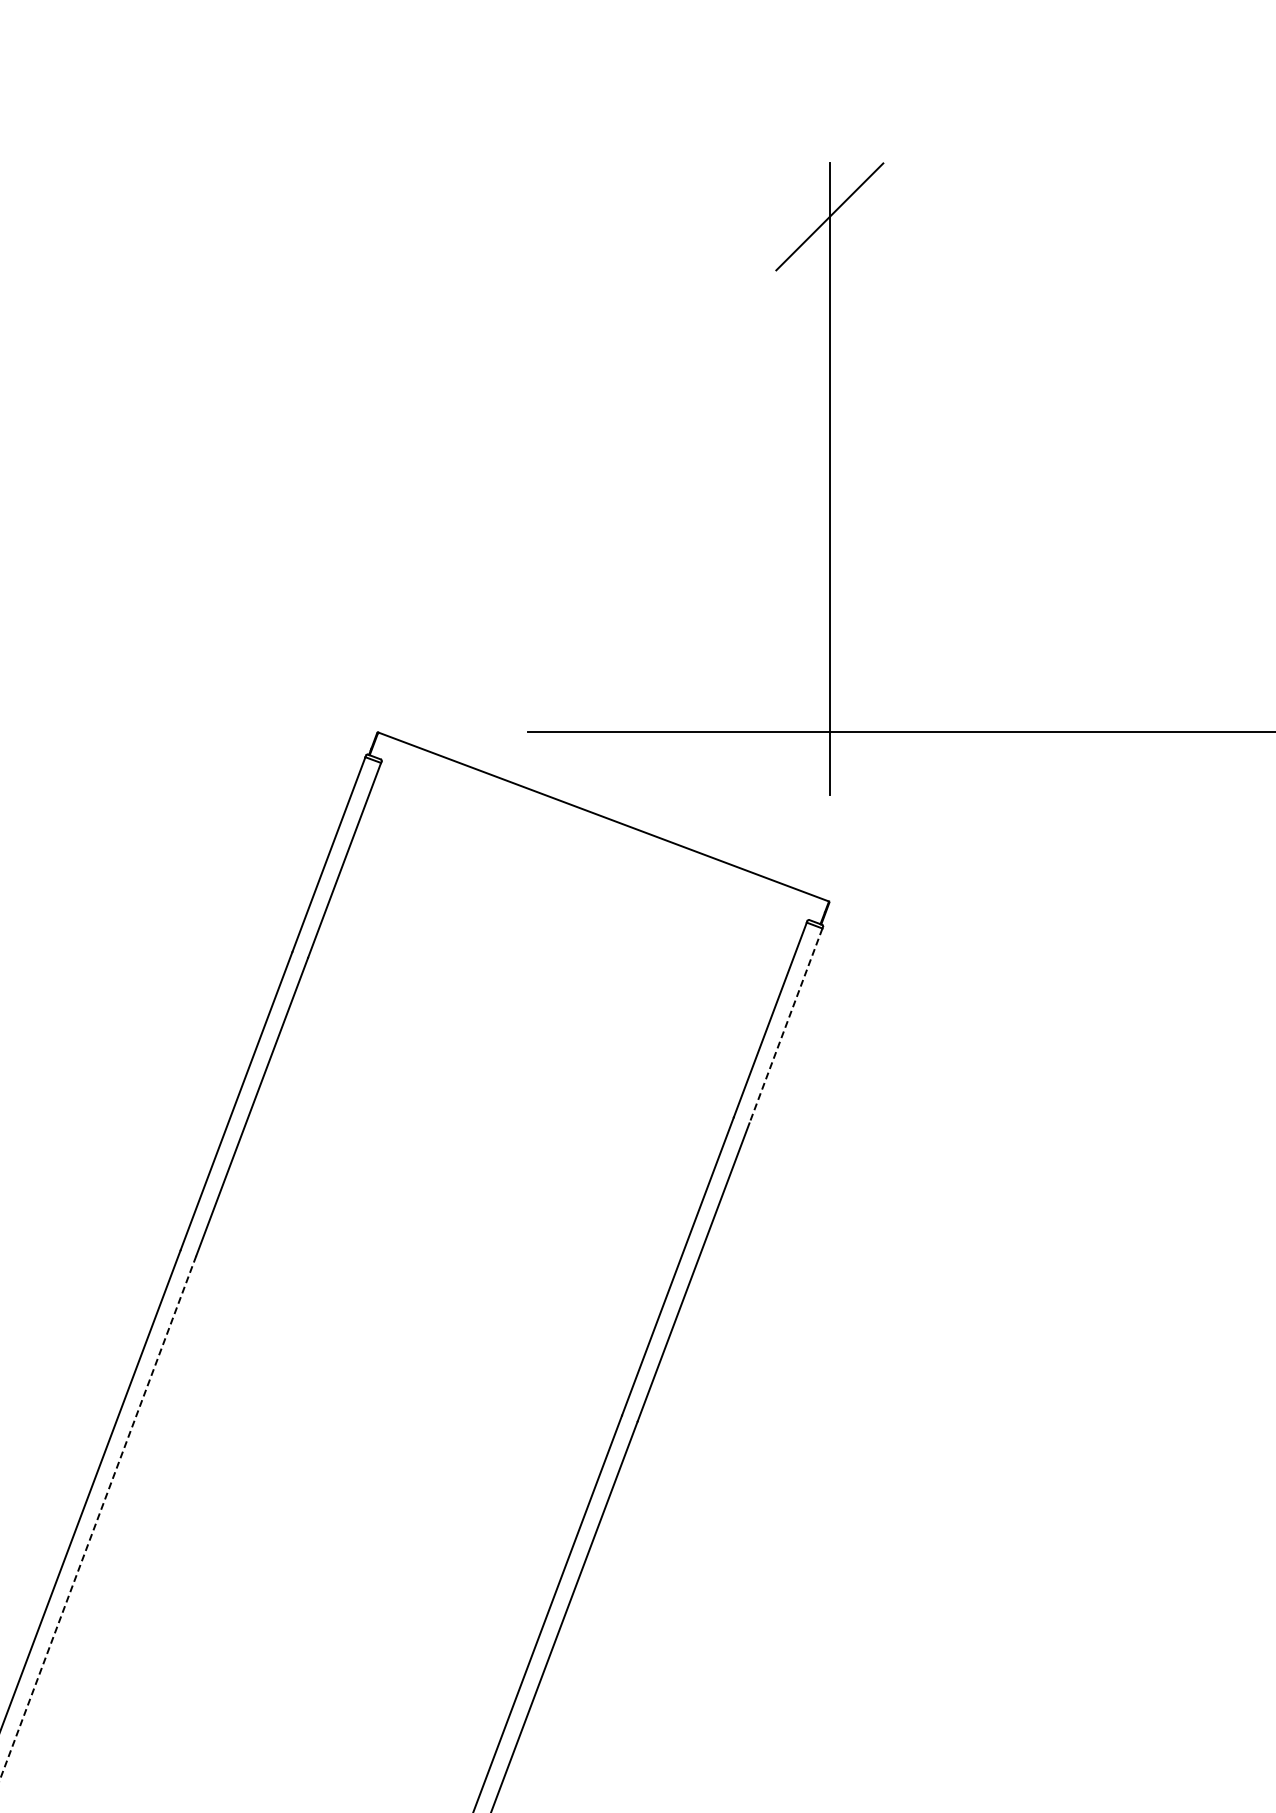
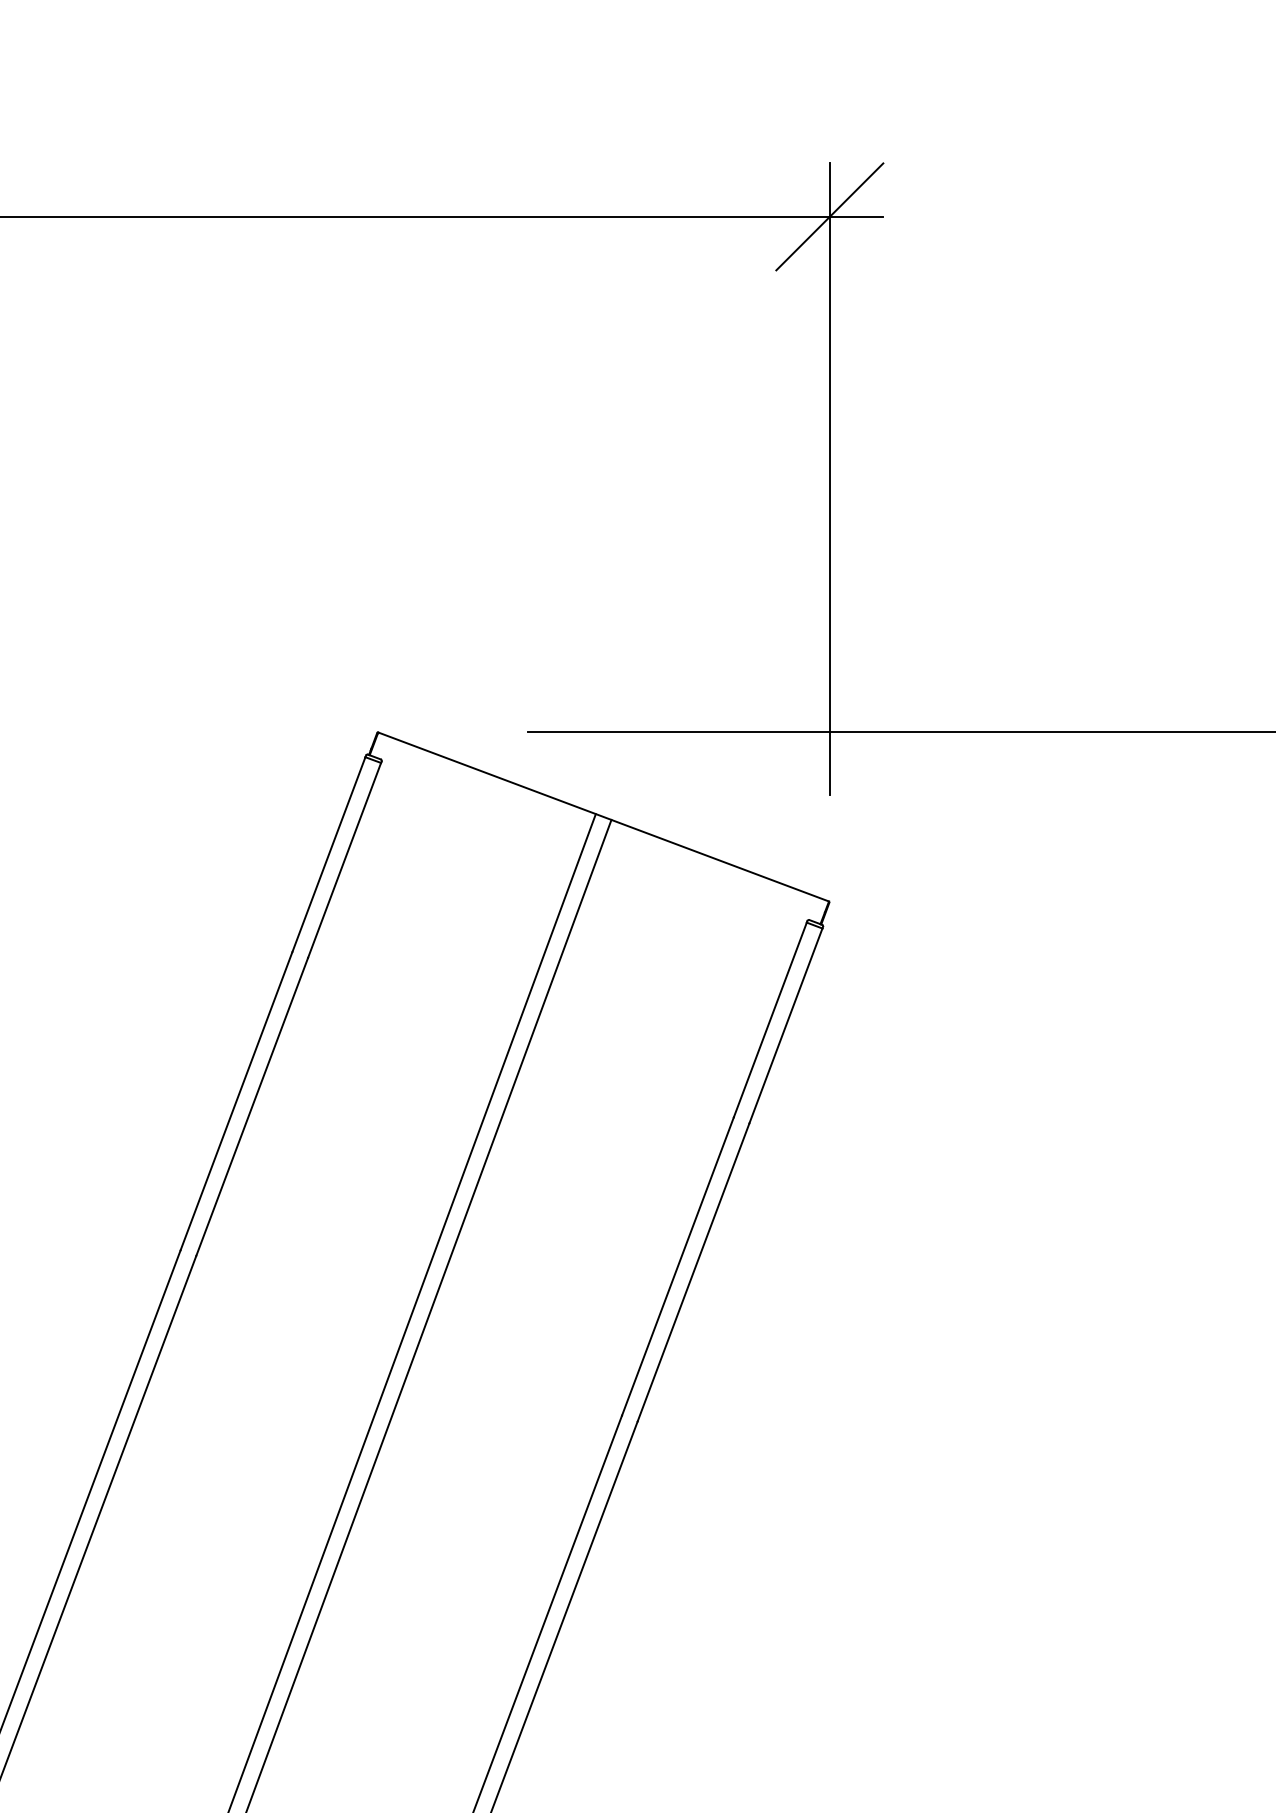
line at (442, 216): none -> present
line at (785, 1026): dashed -> solid
line at (412, 1311): none -> present
line at (429, 1314): none -> present
line at (98, 1517): dashed -> solid
